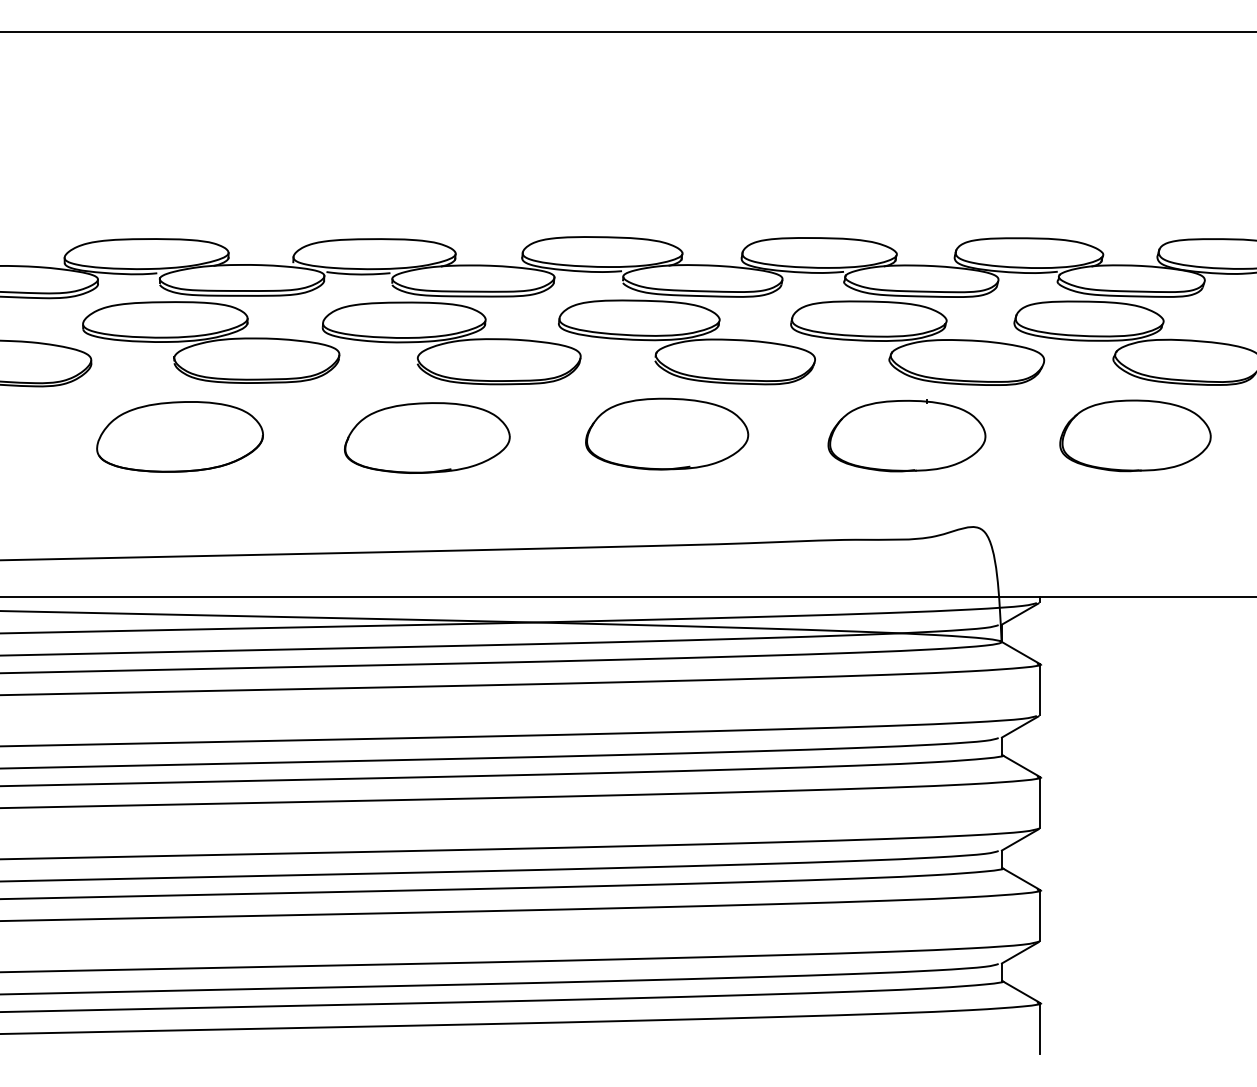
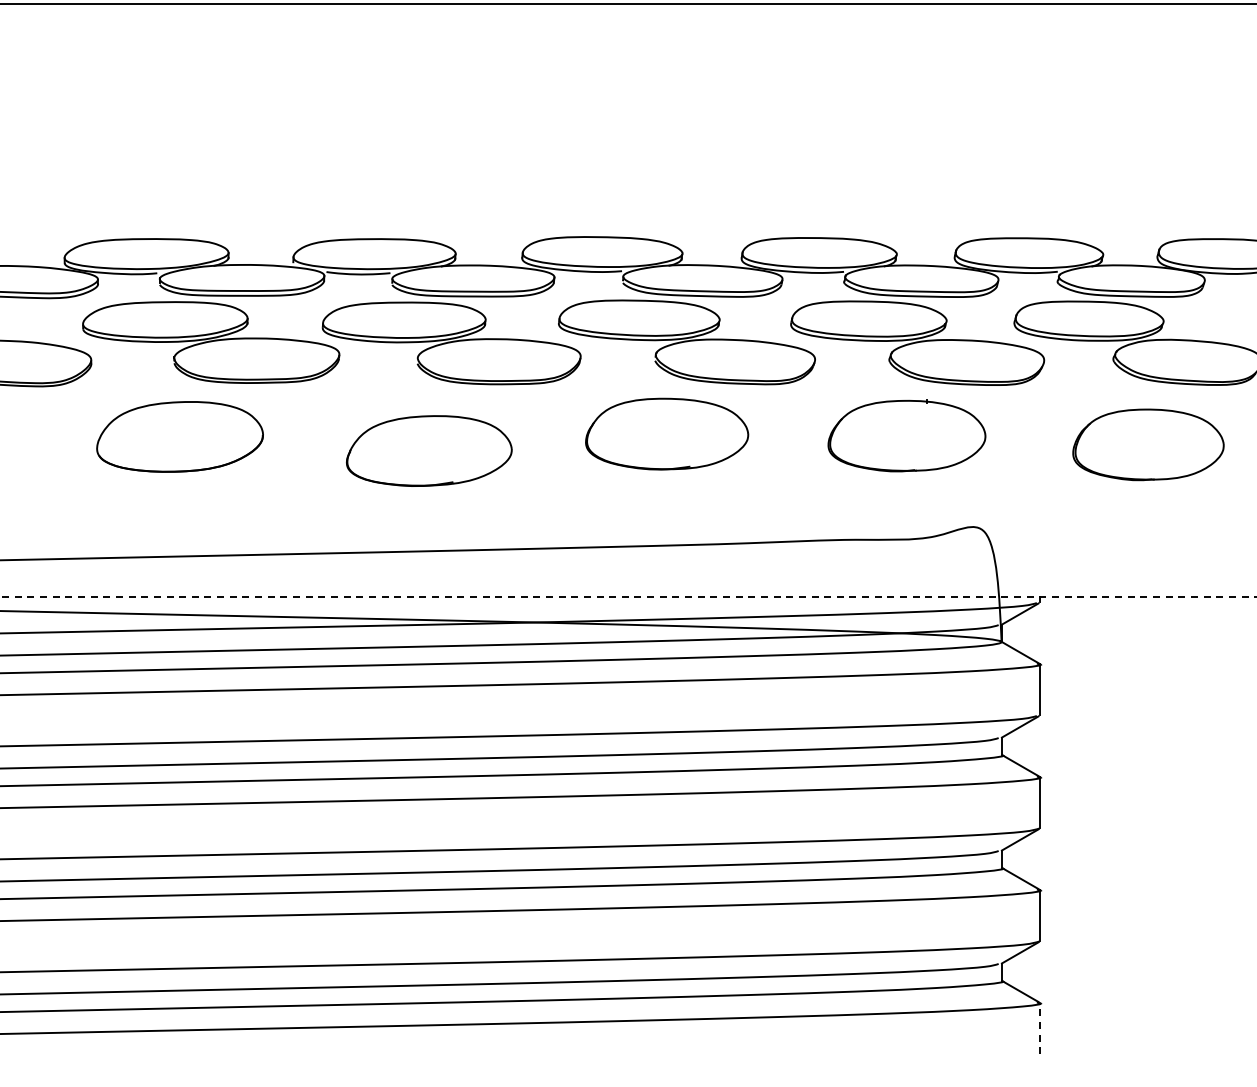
line at (627, 32) position: (627, 32) -> (627, 4)
part at (1135, 435) position: (1135, 435) -> (1148, 444)
part at (427, 437) position: (427, 437) -> (429, 450)
line at (628, 597): solid -> dashed
line at (1039, 1028): solid -> dashed
